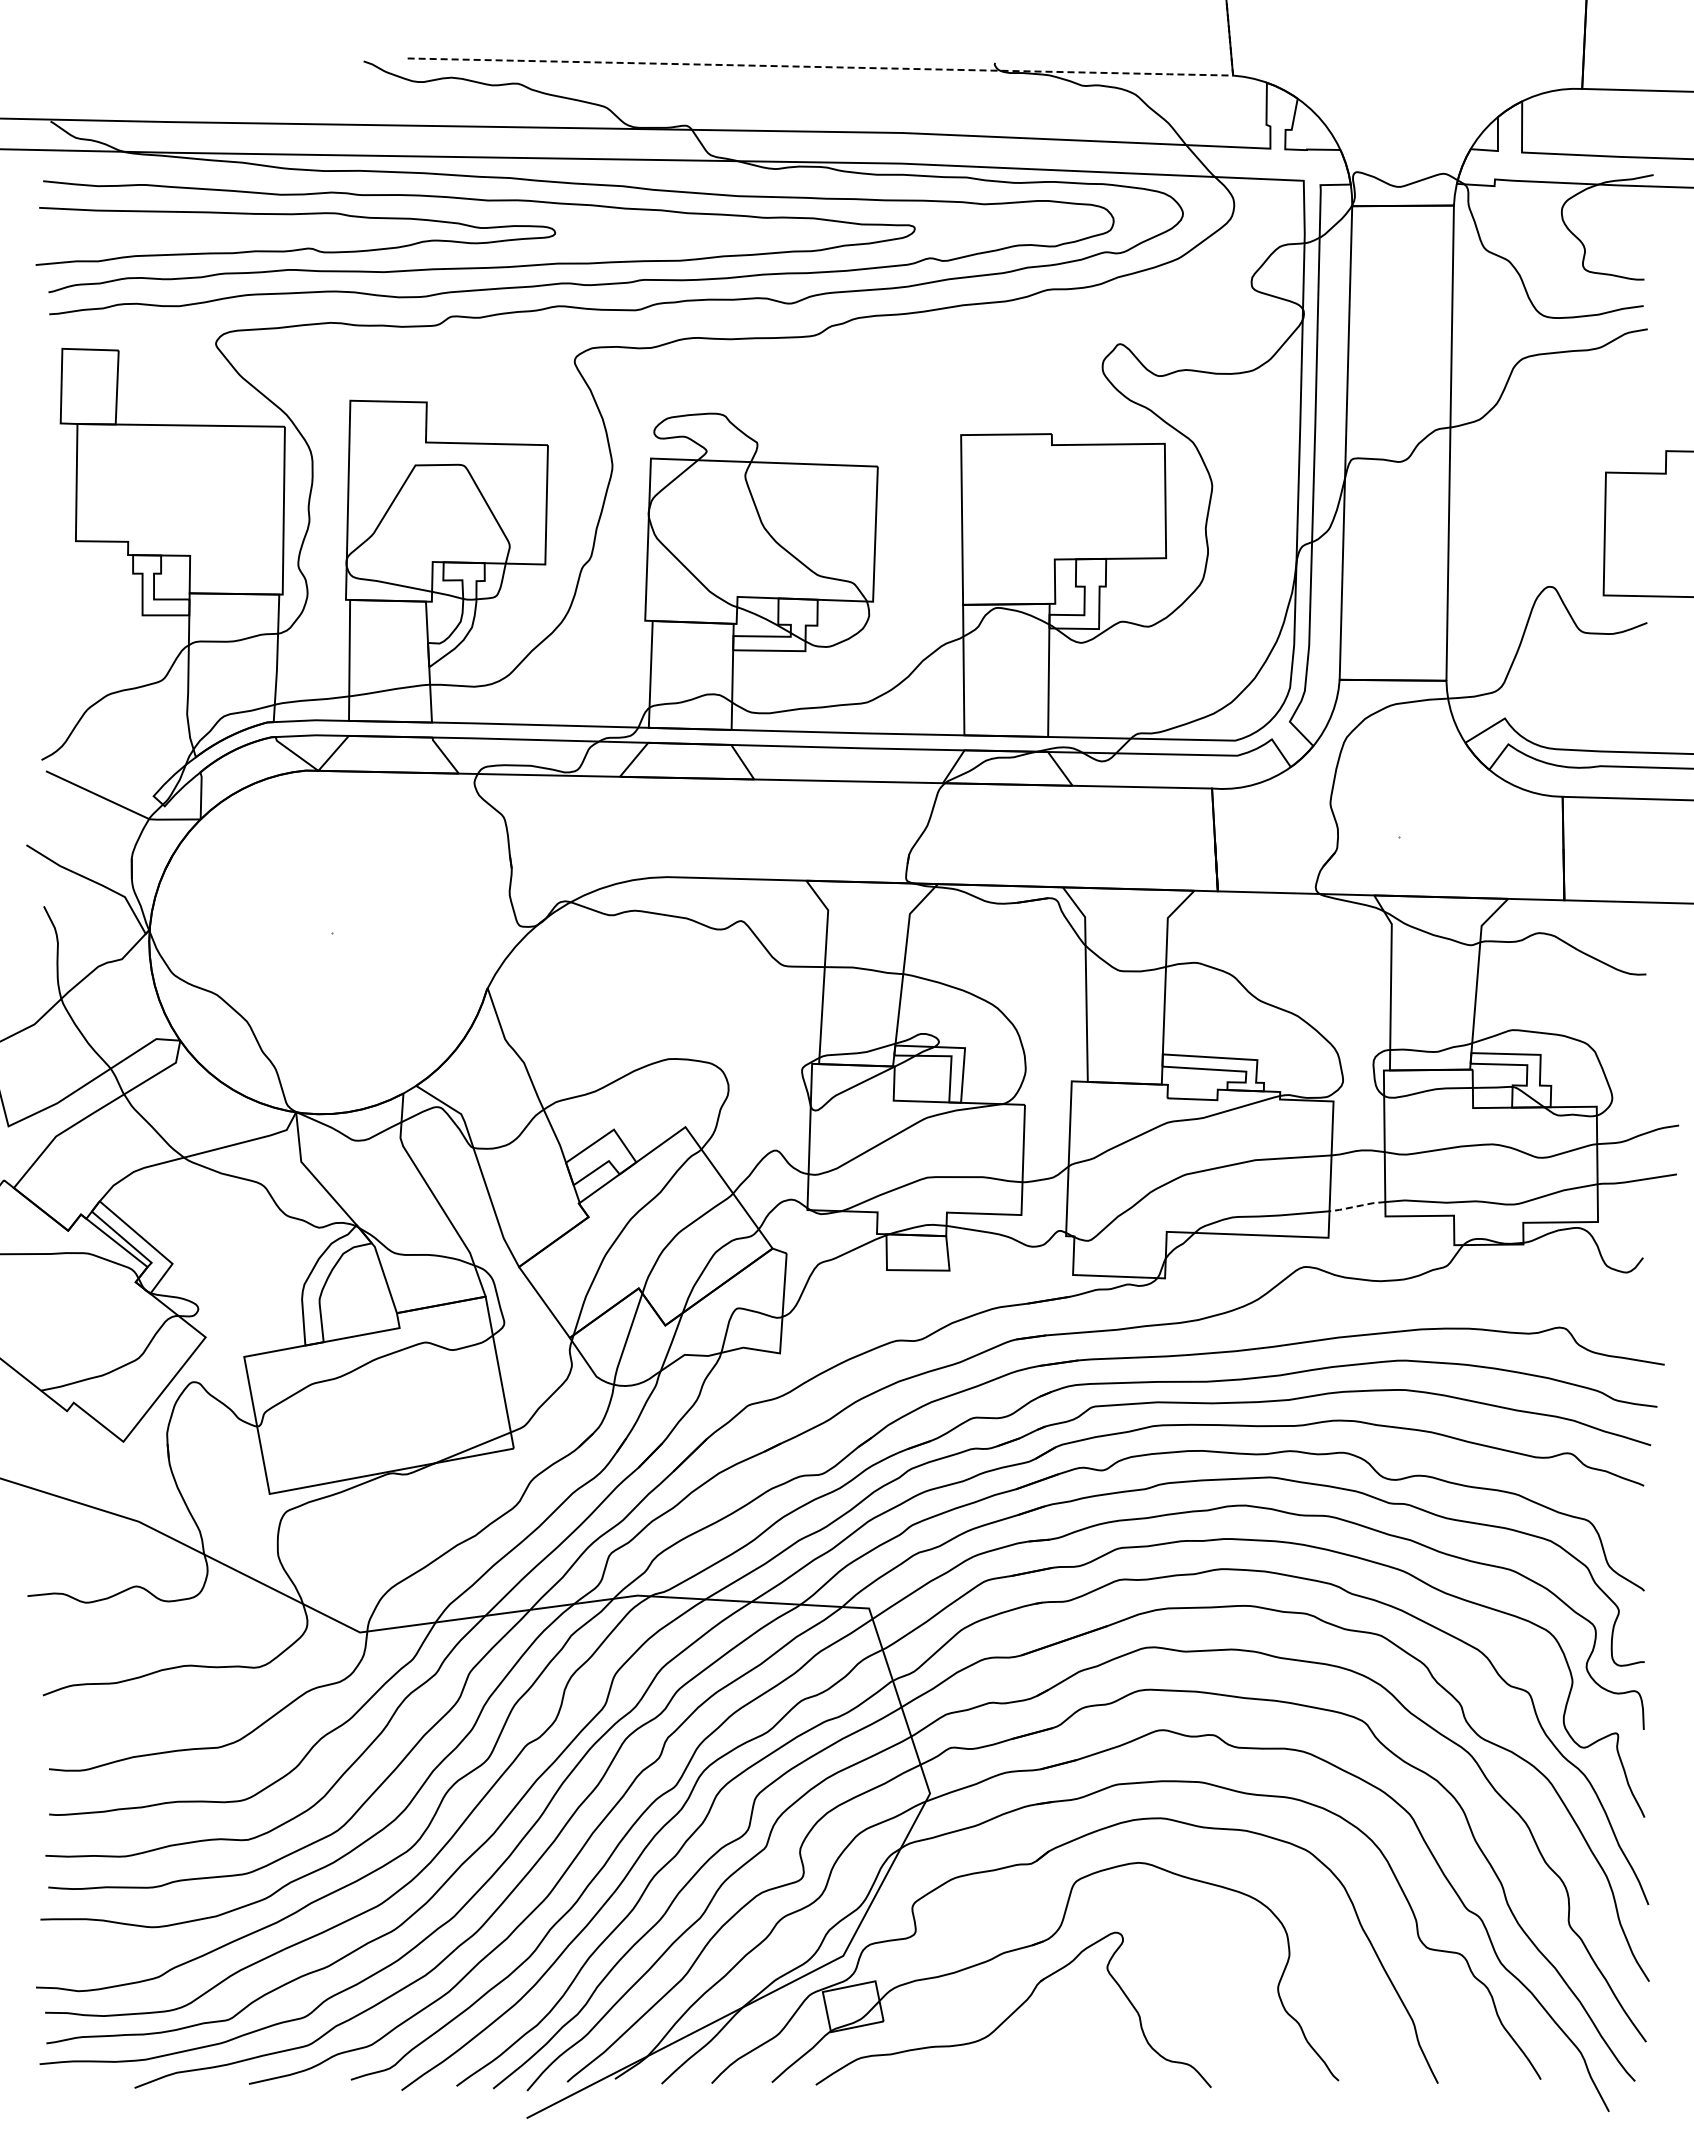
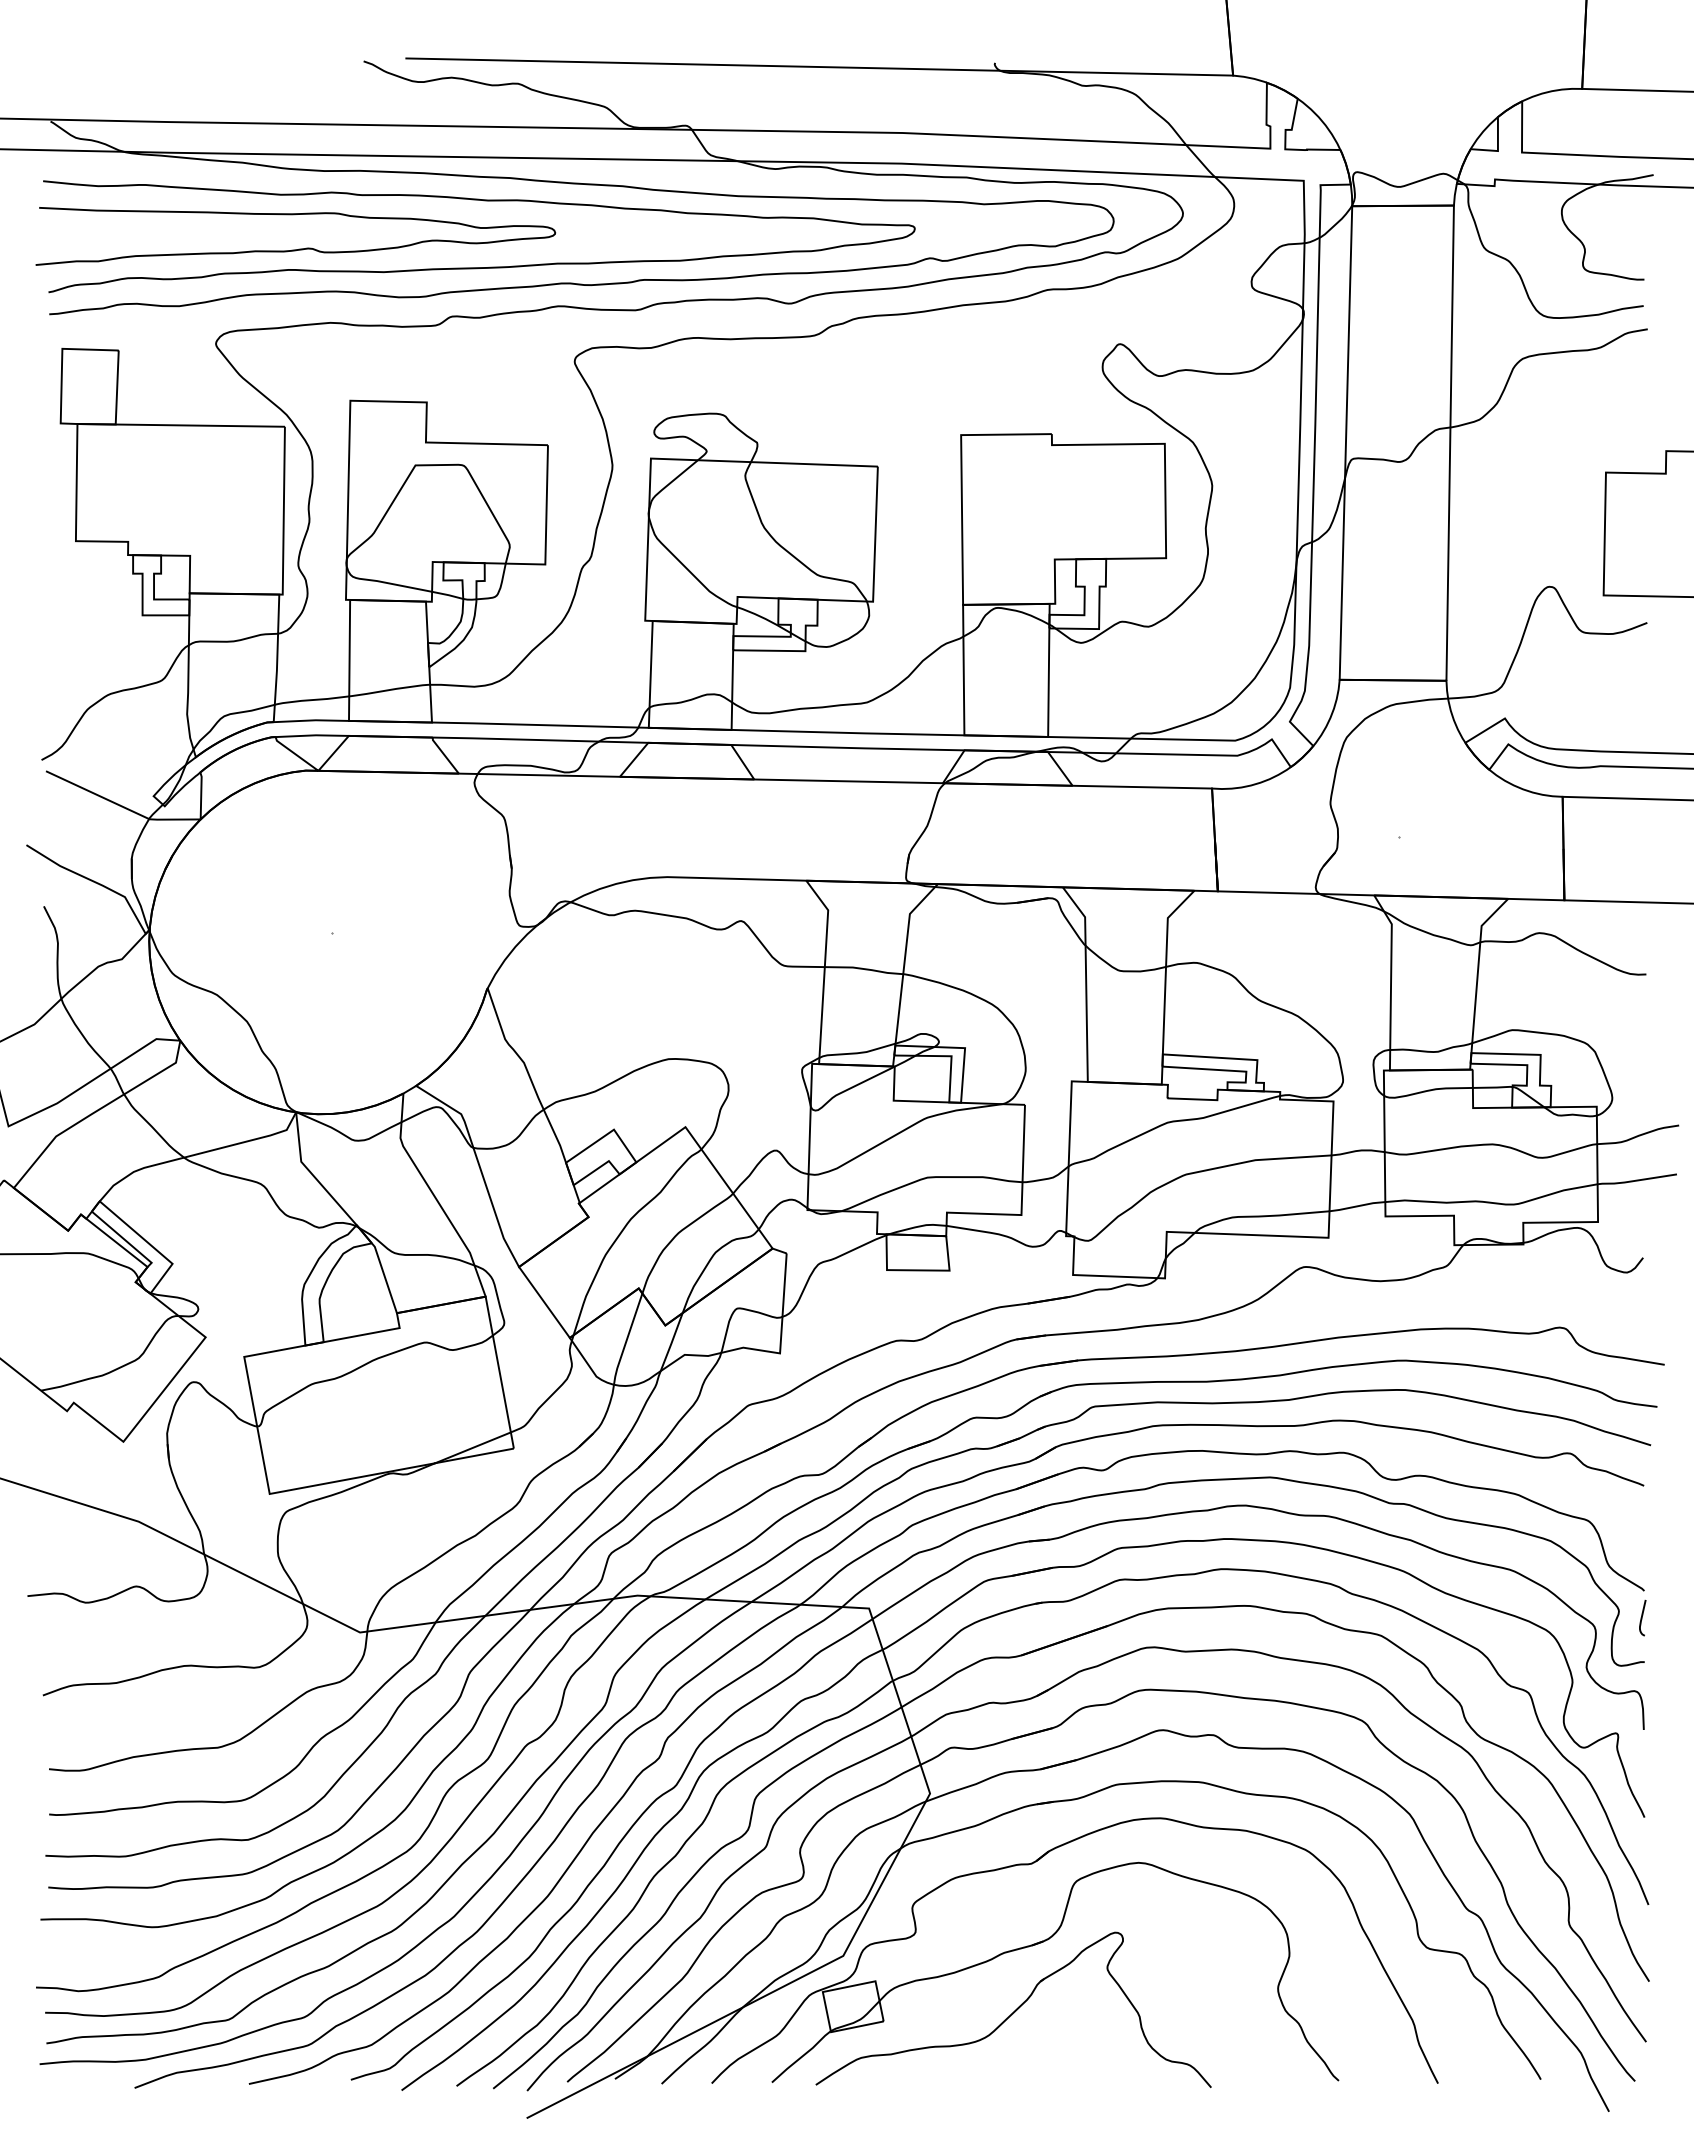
line at (857, 67): dashed -> solid
line at (1356, 1206): dashed -> solid
curve at (1642, 1617): none -> present
